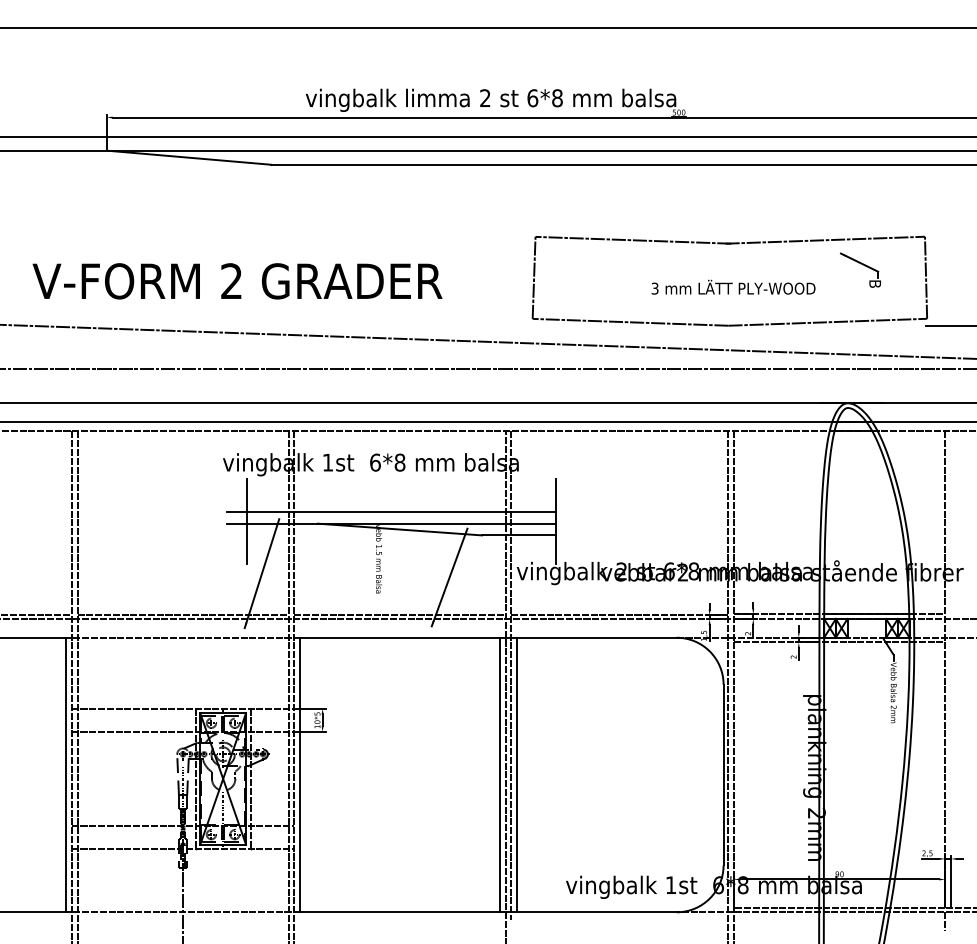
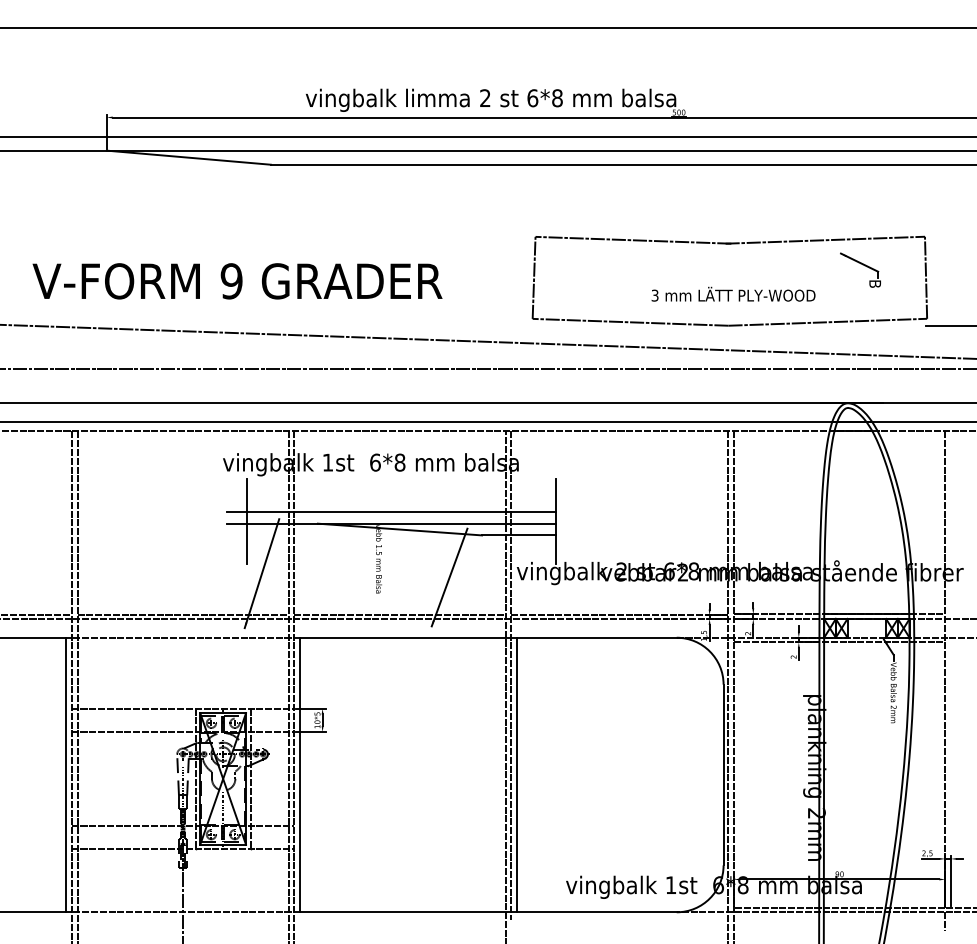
text at (231, 281): 2 -> 9
text at (733, 286) position: (733, 286) -> (733, 293)
line at (499, 774): present -> none
